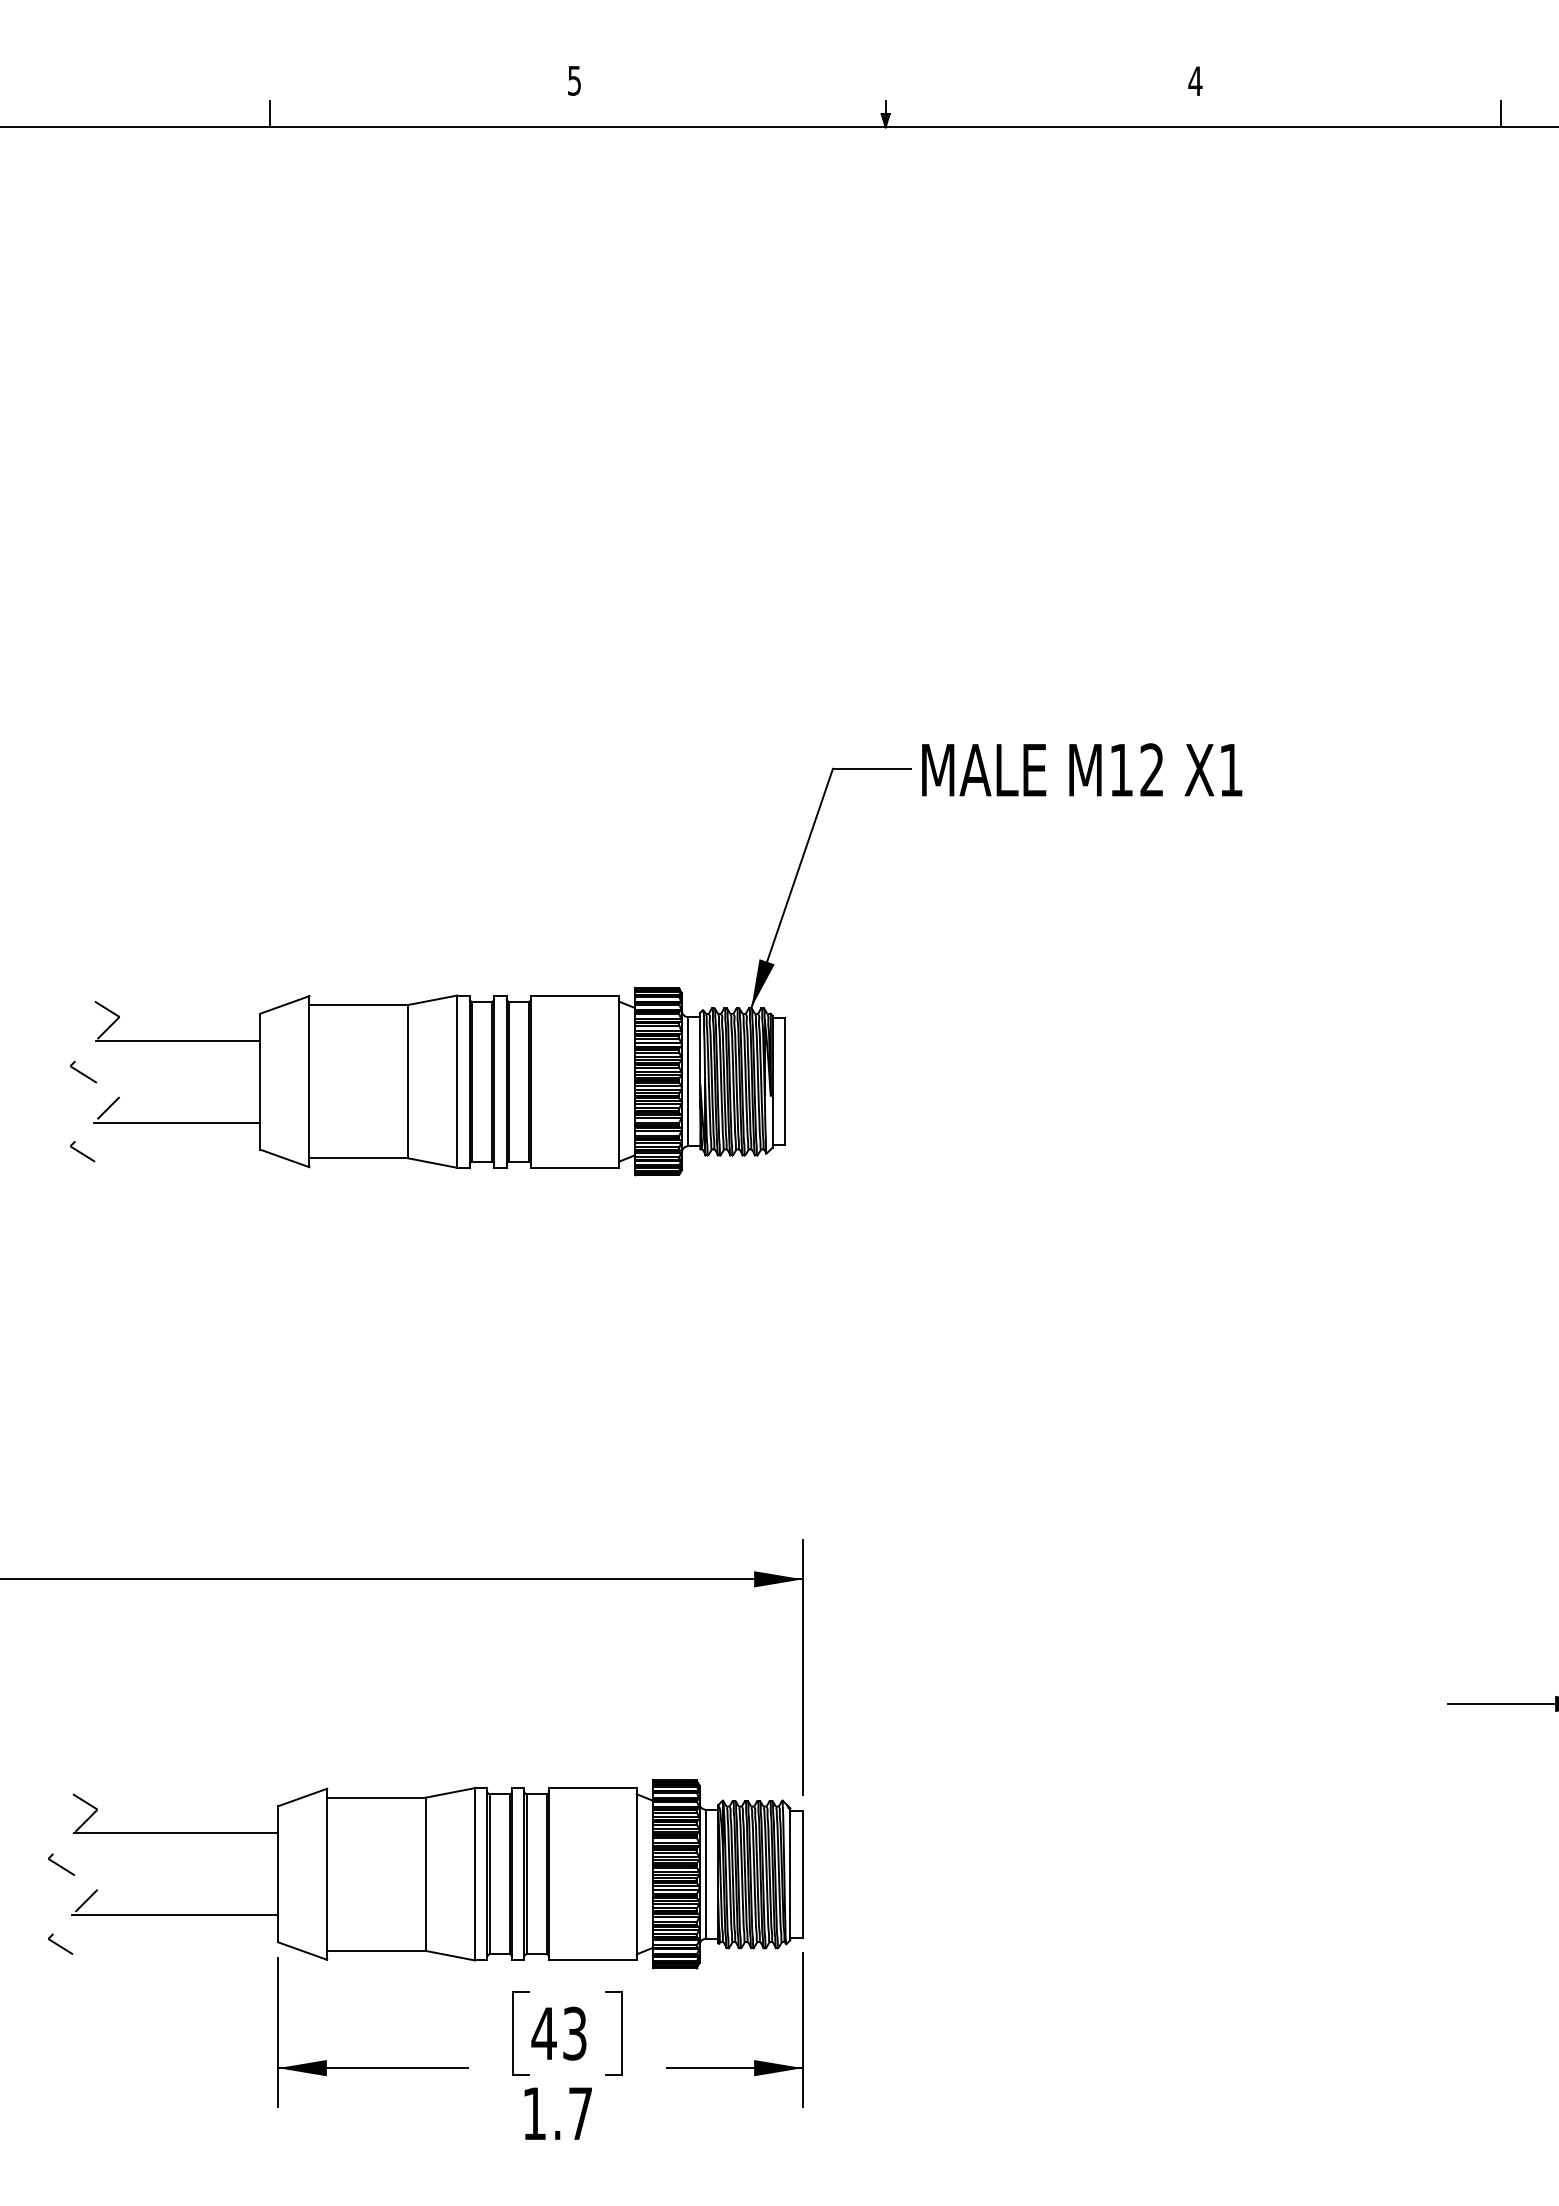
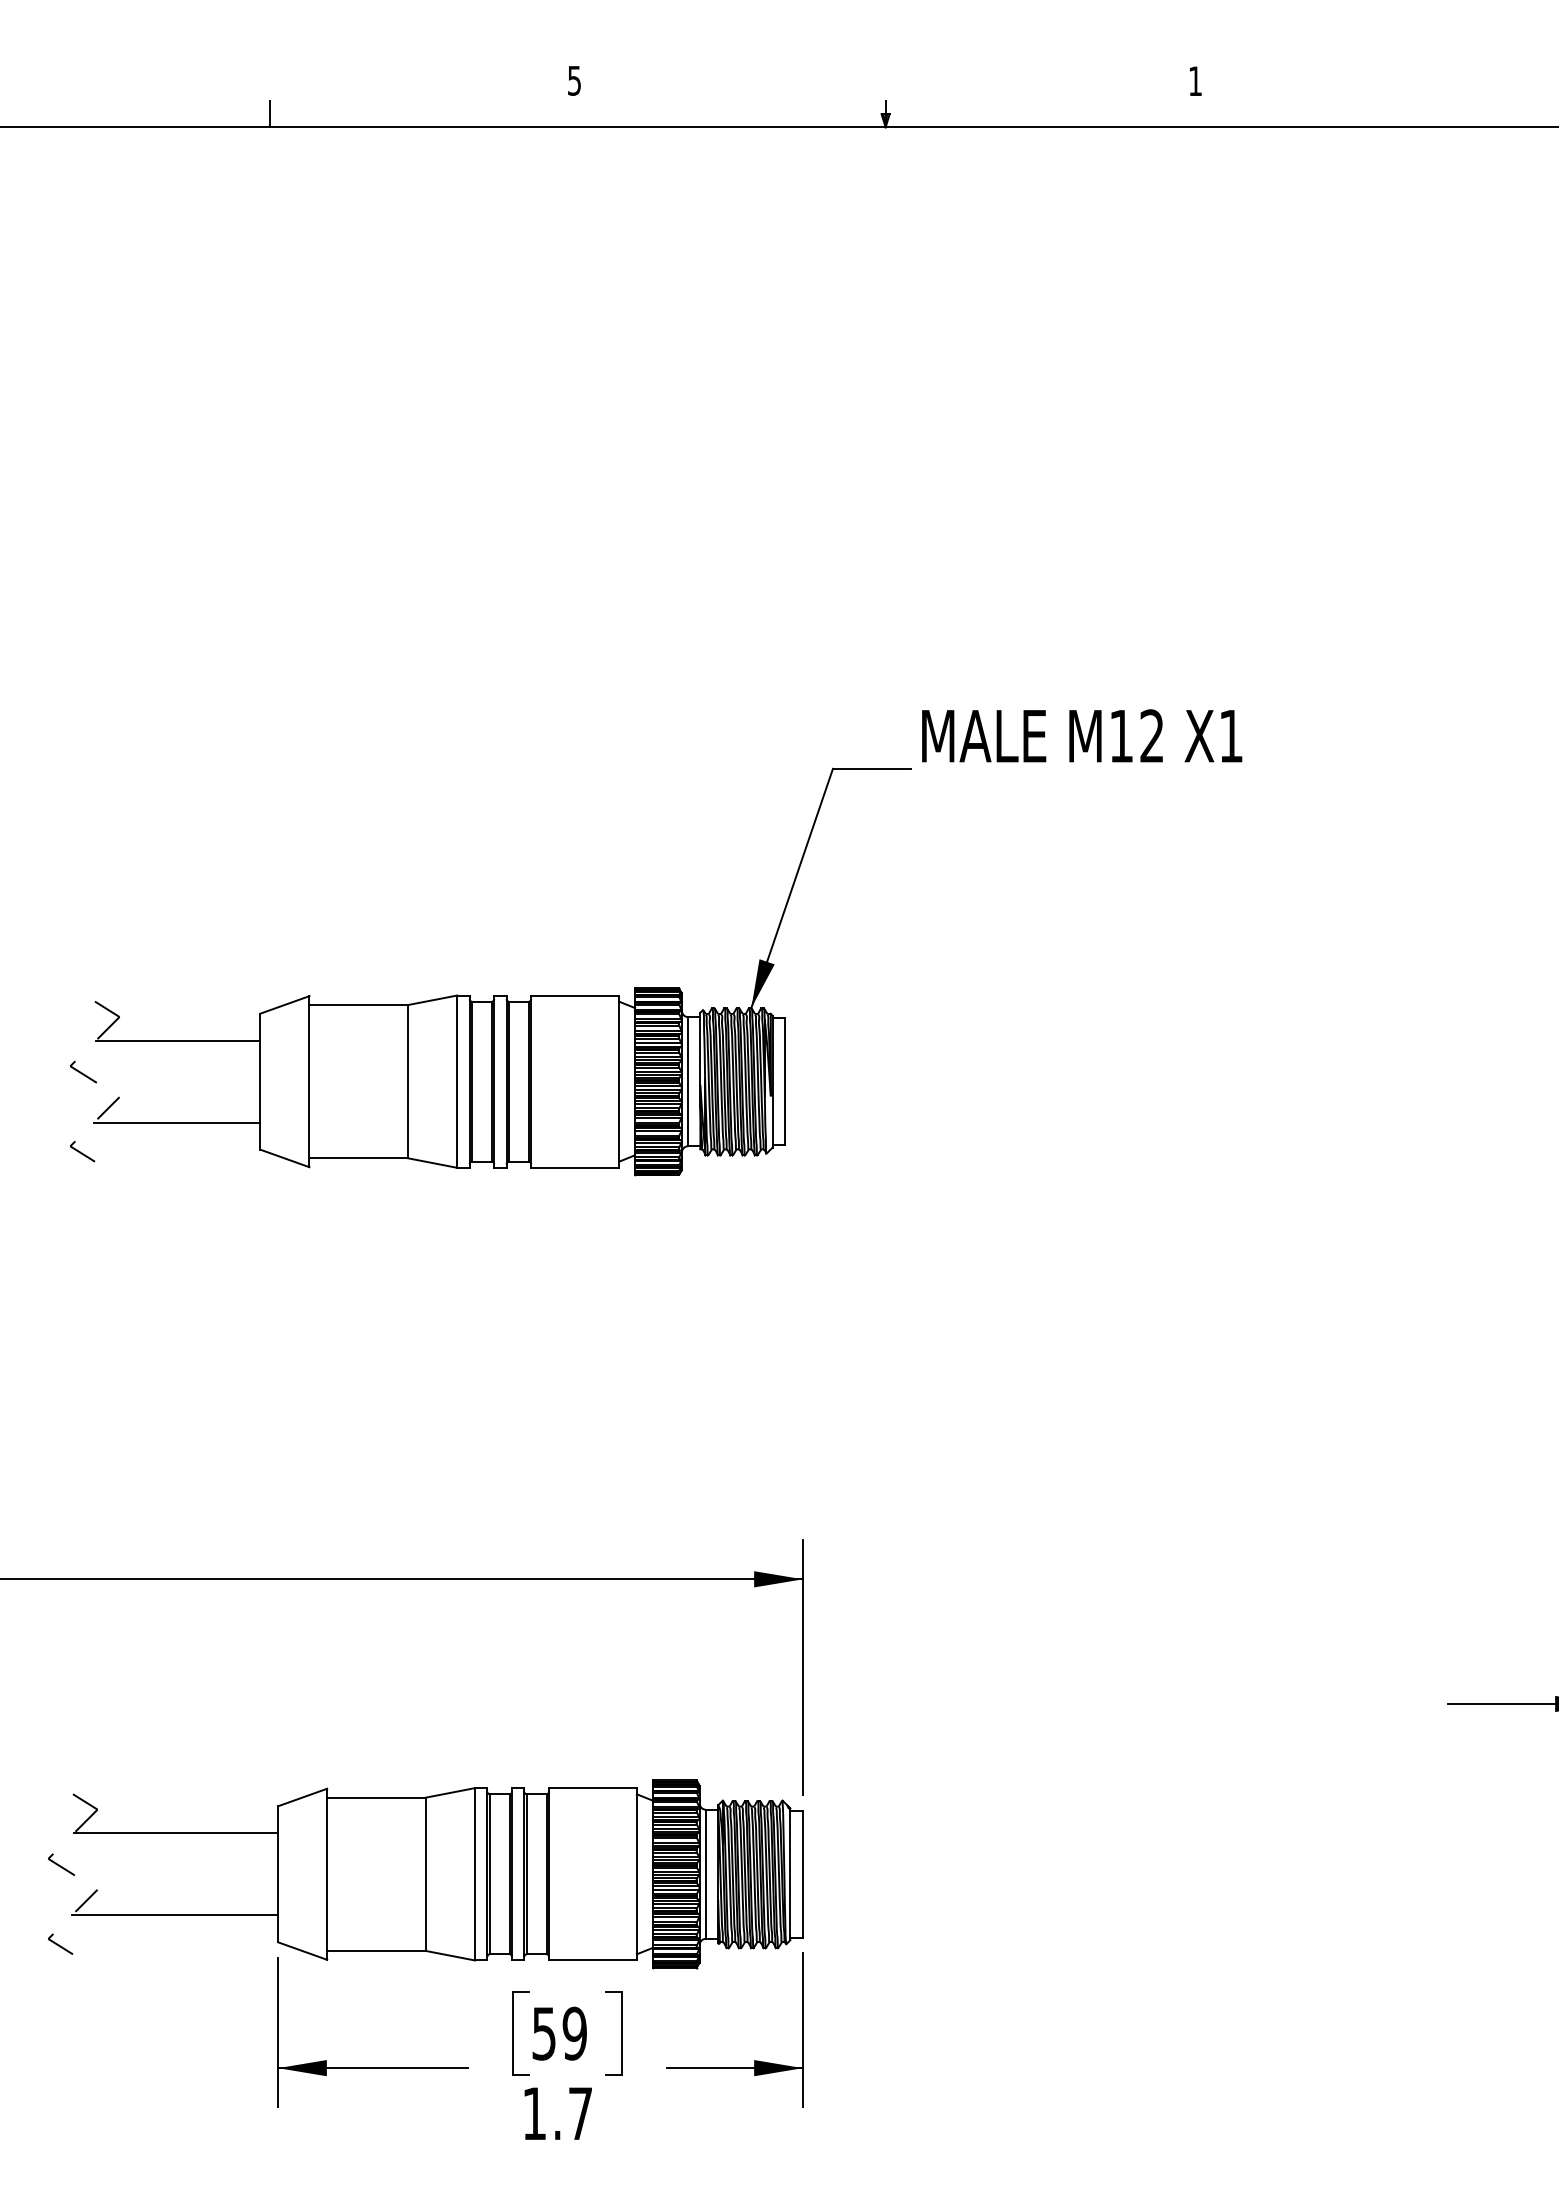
text at (1195, 80): 4 -> 1
line at (1501, 113): present -> none
text at (1082, 769) position: (1082, 769) -> (1082, 735)
text at (558, 2033): 43 -> 59
